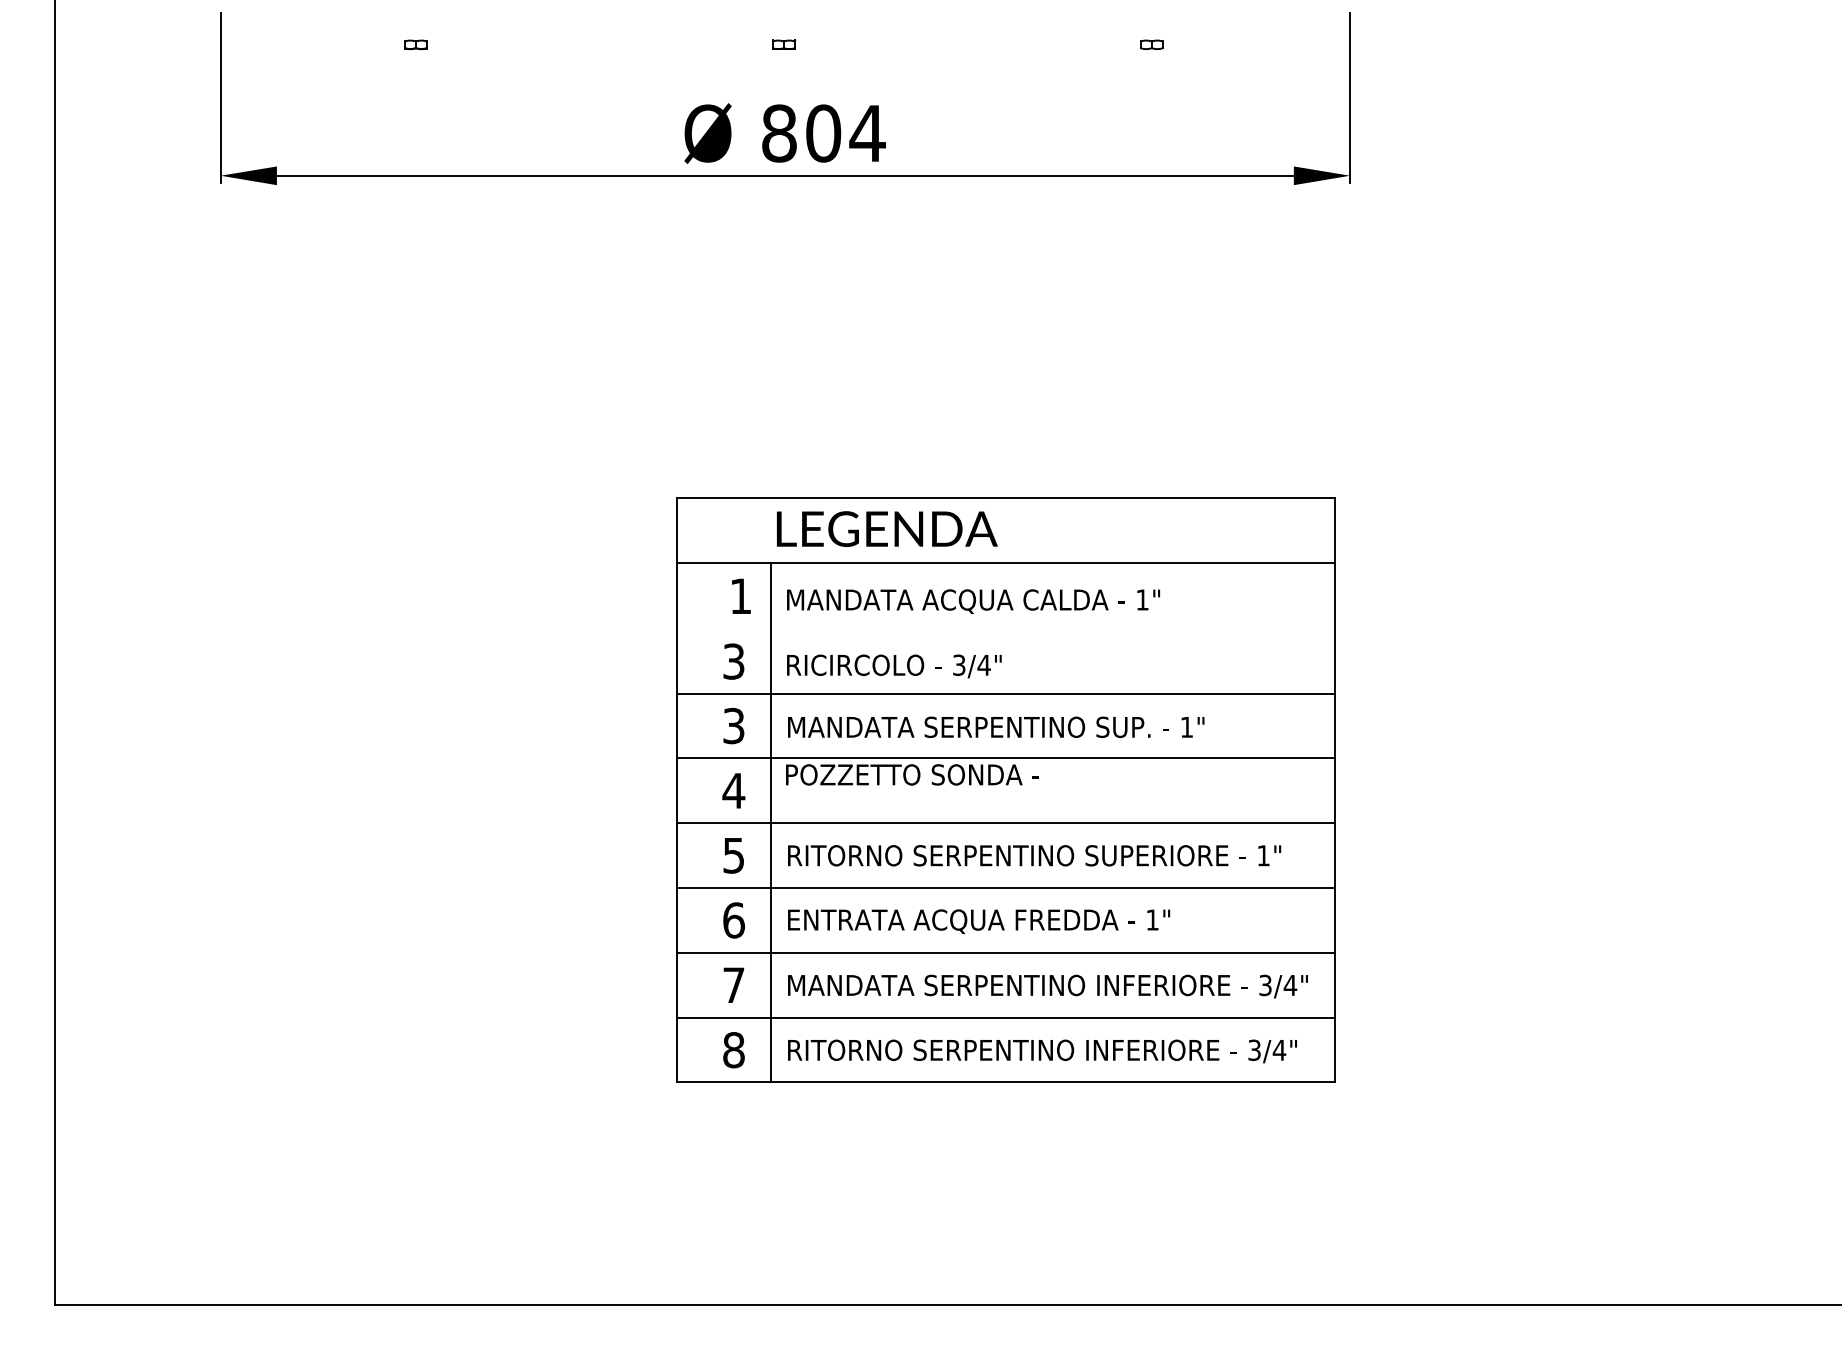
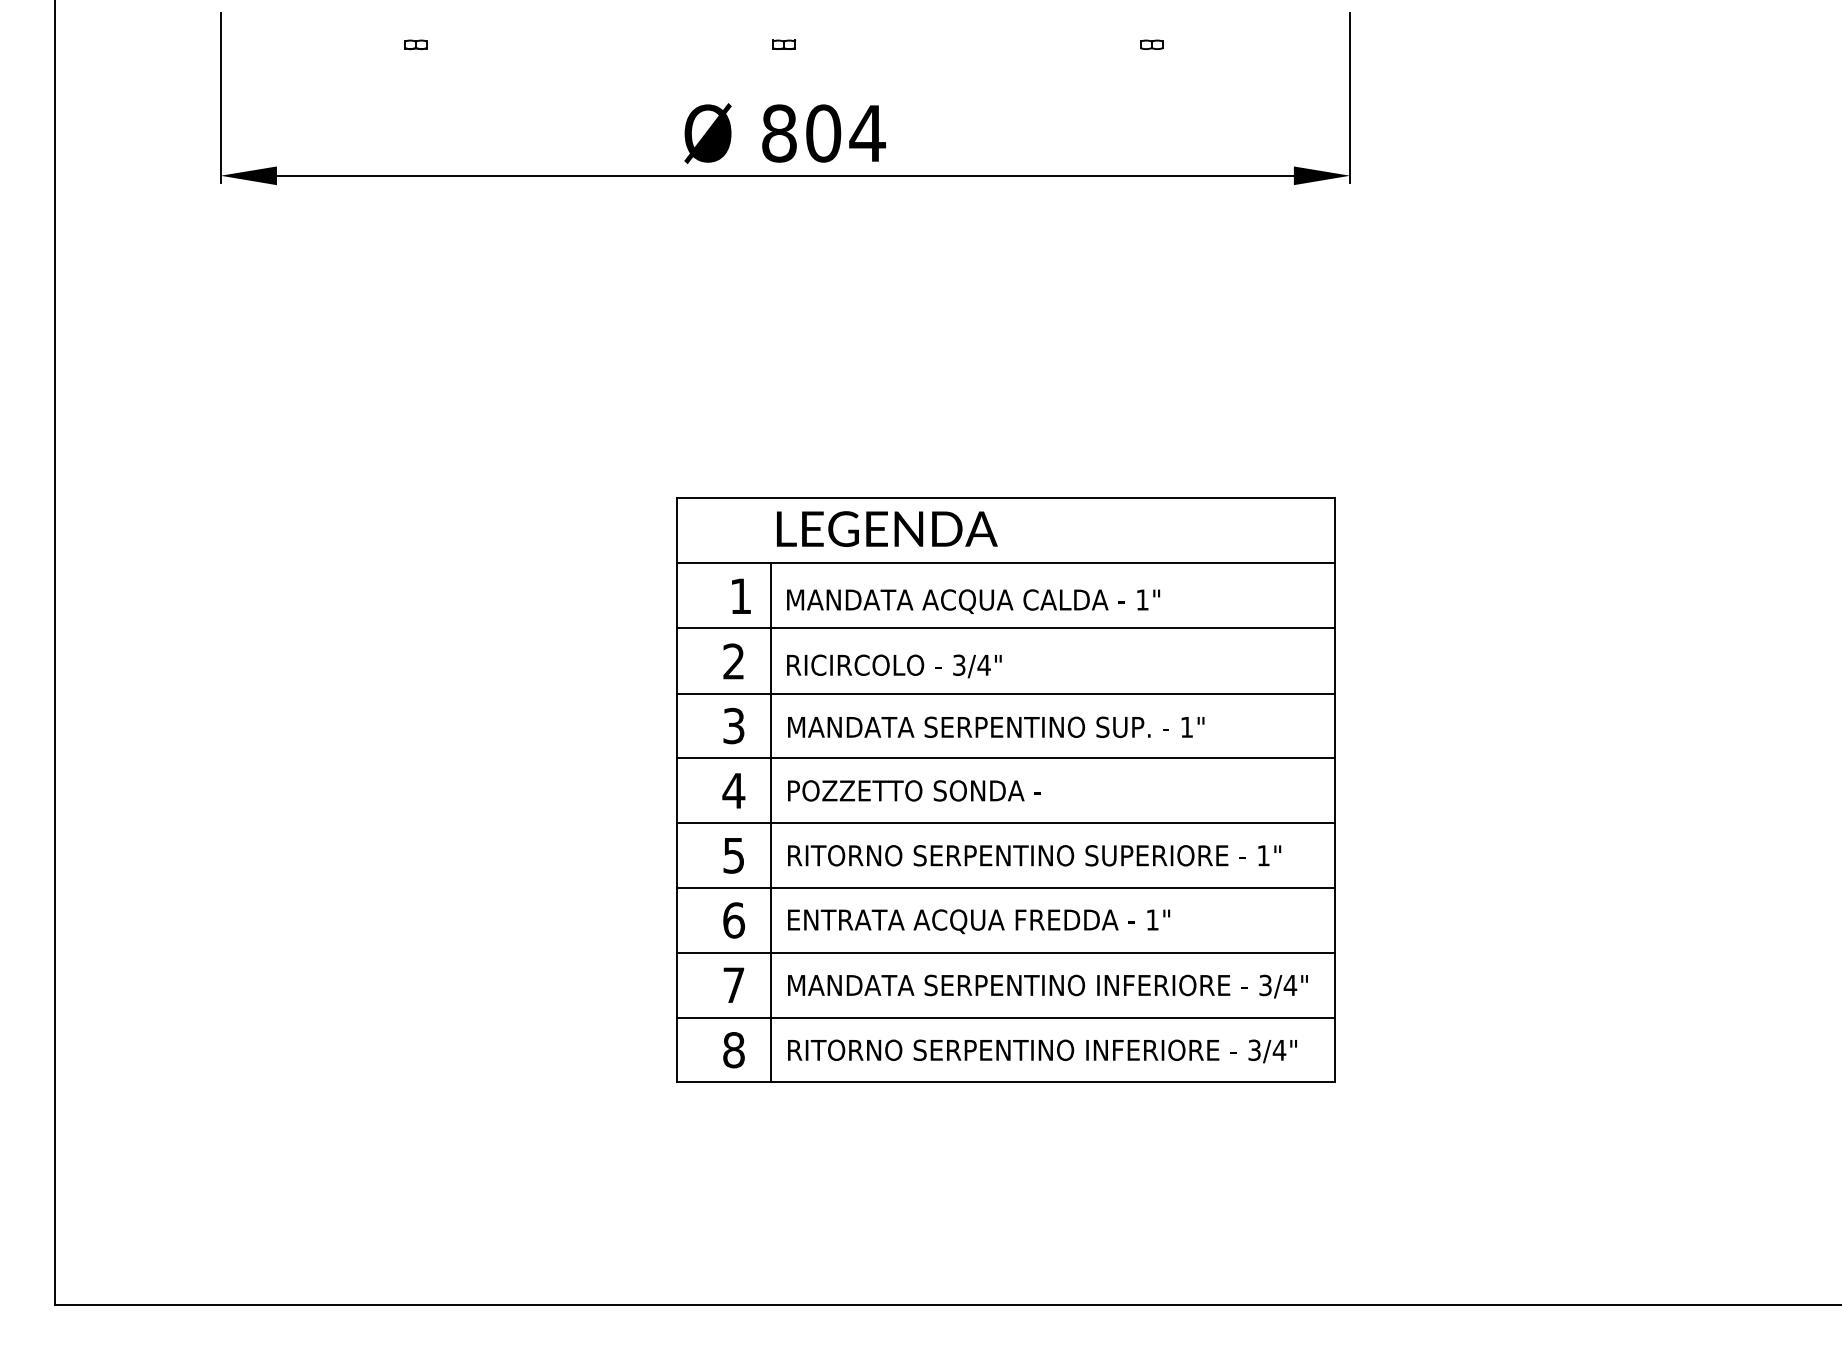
line at (1005, 628): none -> present
text at (733, 661): 3 -> 2
text at (912, 774) position: (912, 774) -> (914, 790)
